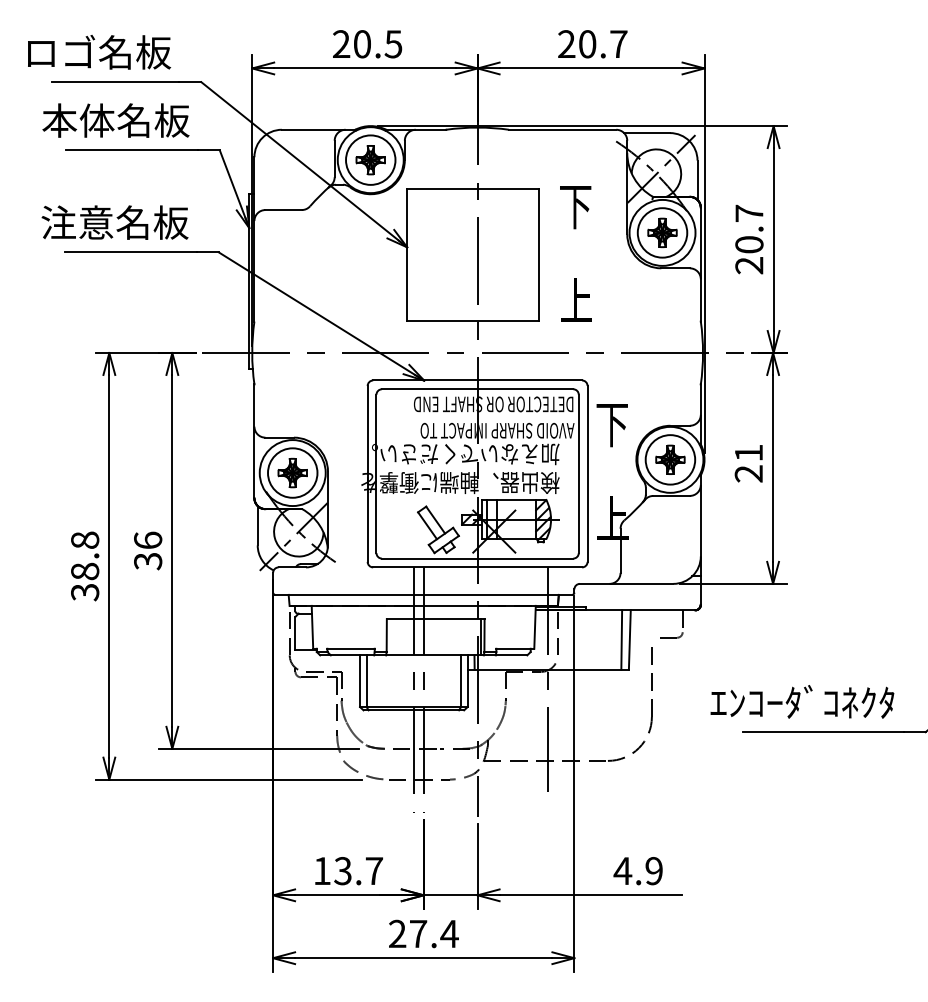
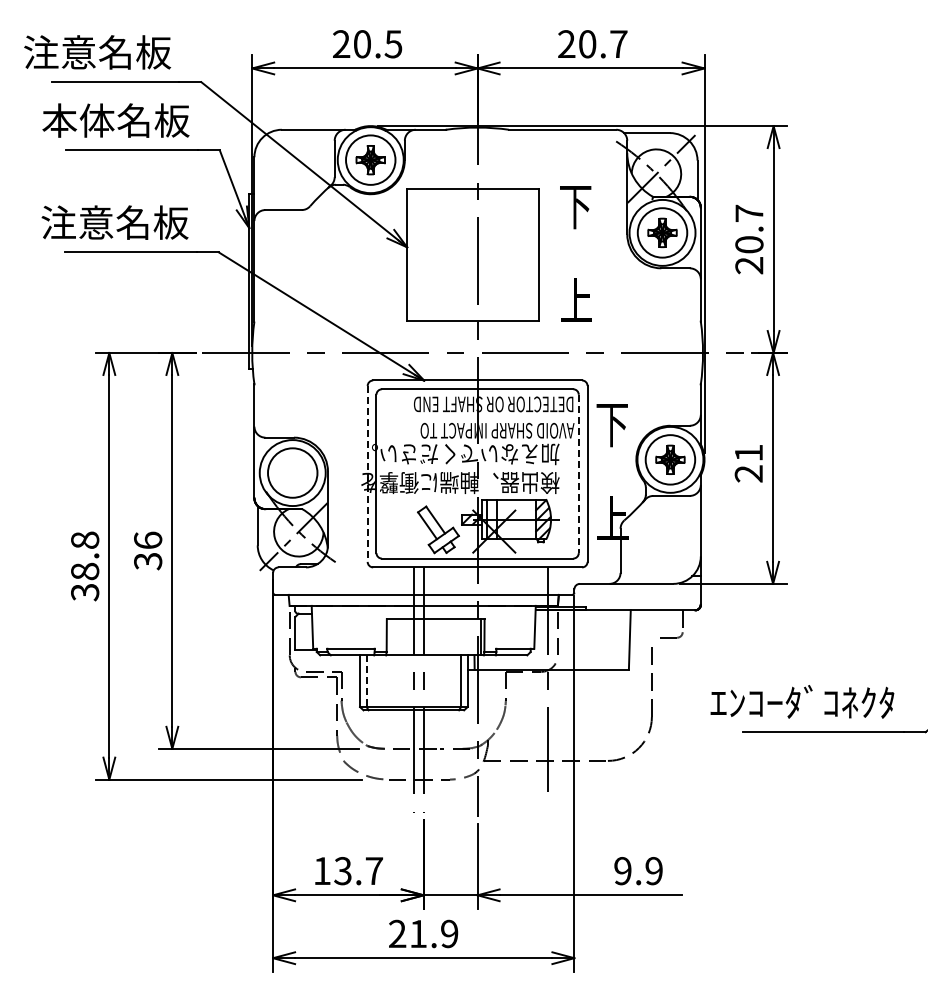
text at (59, 51): ロゴ名板 -> 注意名板
part at (292, 472): present -> none
line at (367, 473): solid -> dashed
line at (578, 474): solid -> dashed
line at (621, 639): present -> none
line at (366, 681): solid -> dashed
text at (622, 871): 4.9 -> 9.9
text at (434, 933): 27.4 -> 21.9
